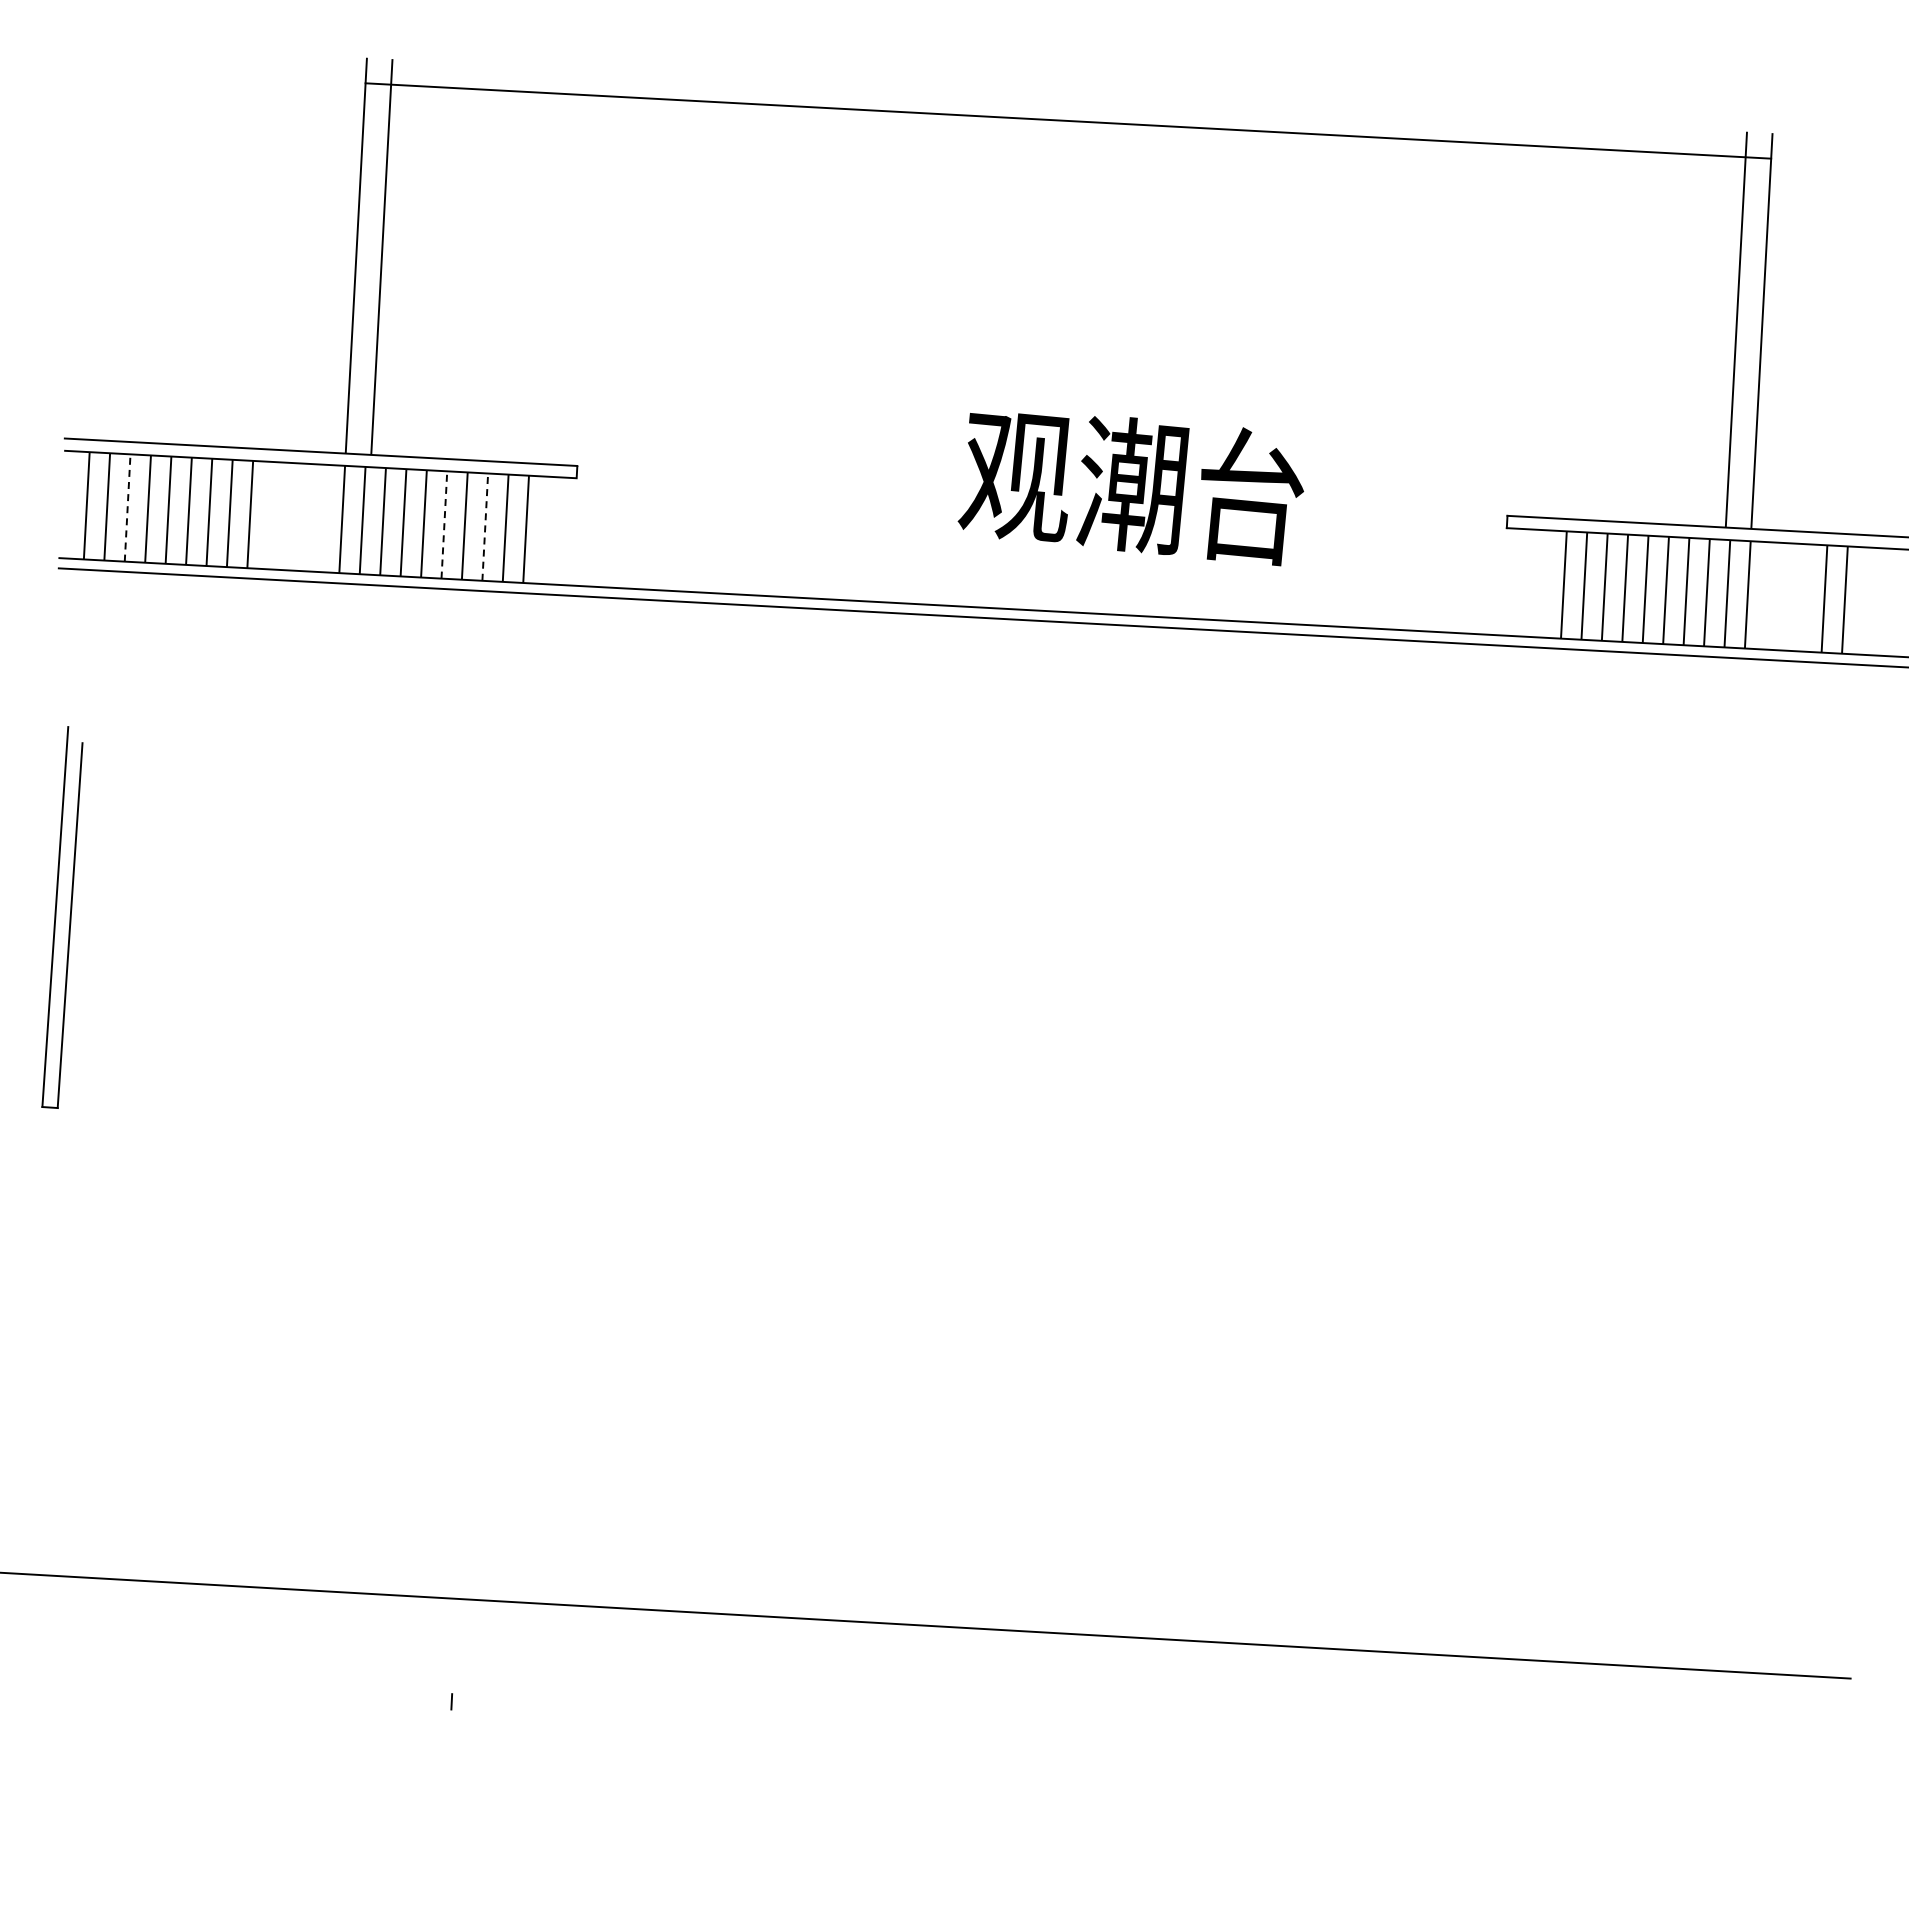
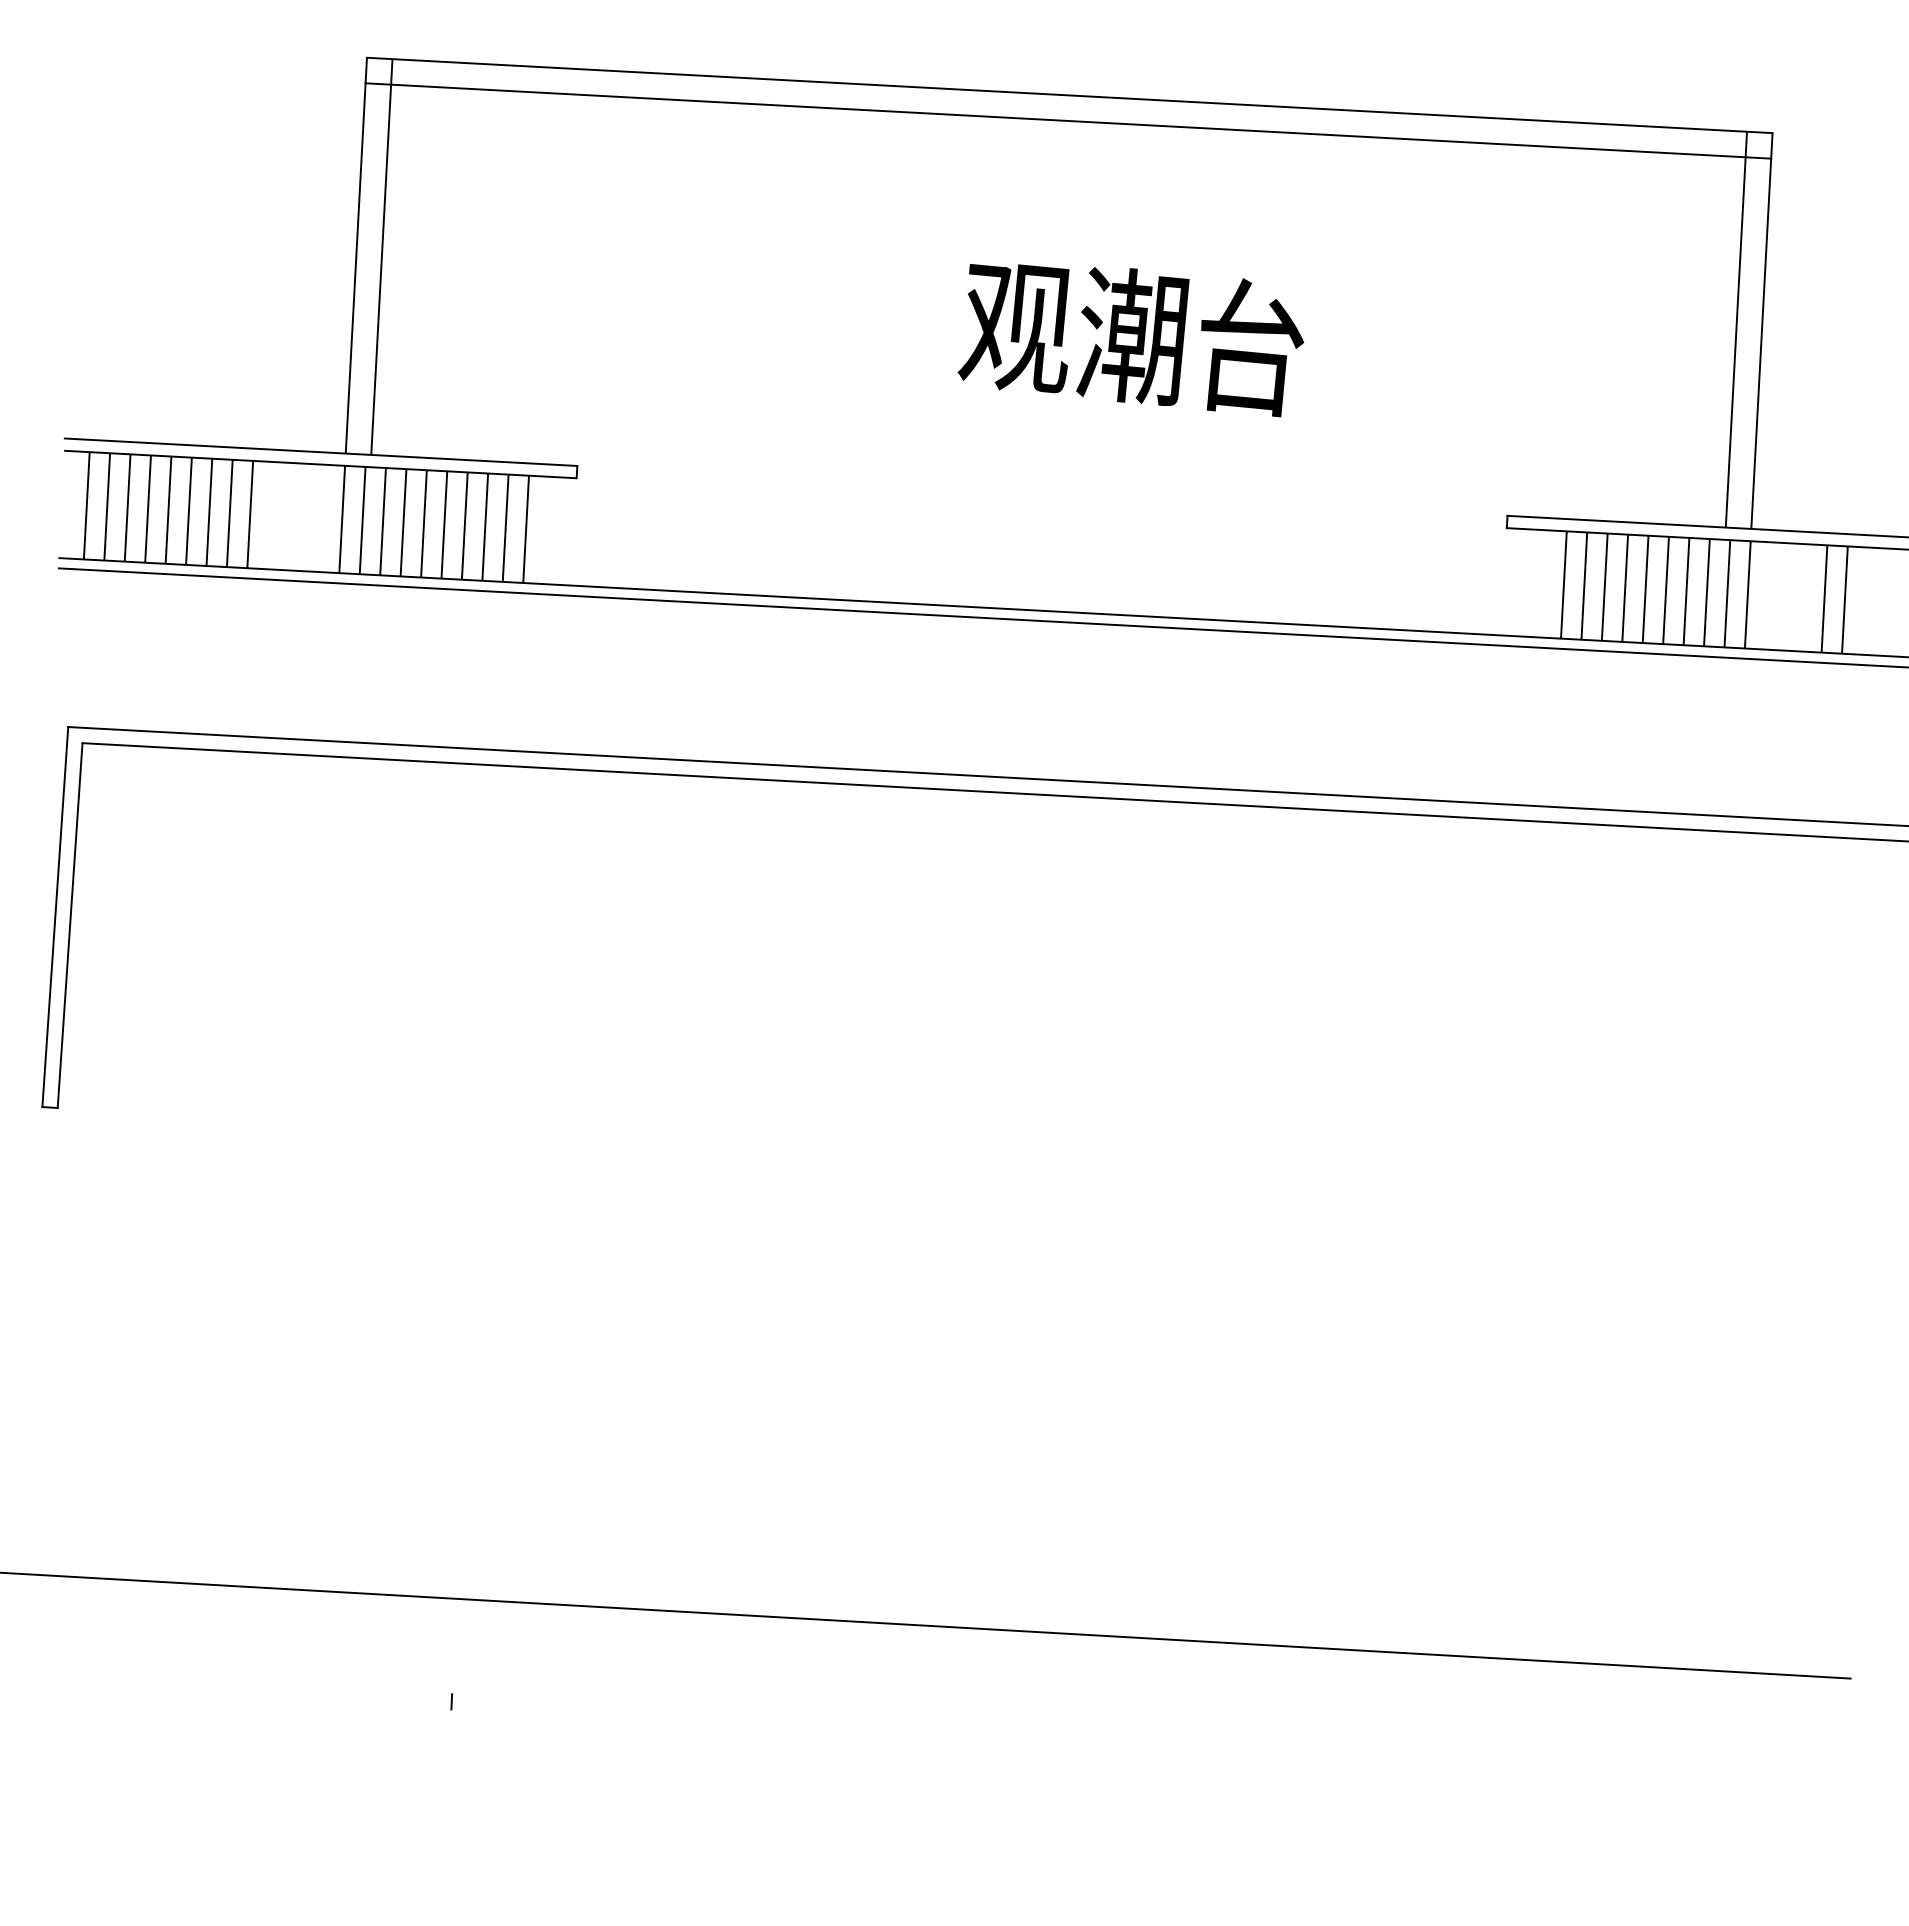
line at (1069, 95): none -> present
text at (1130, 489) position: (1130, 489) -> (1130, 340)
line at (127, 507): dashed -> solid
line at (444, 524): dashed -> solid
line at (485, 527): dashed -> solid
line at (986, 776): none -> present
line at (993, 792): none -> present
